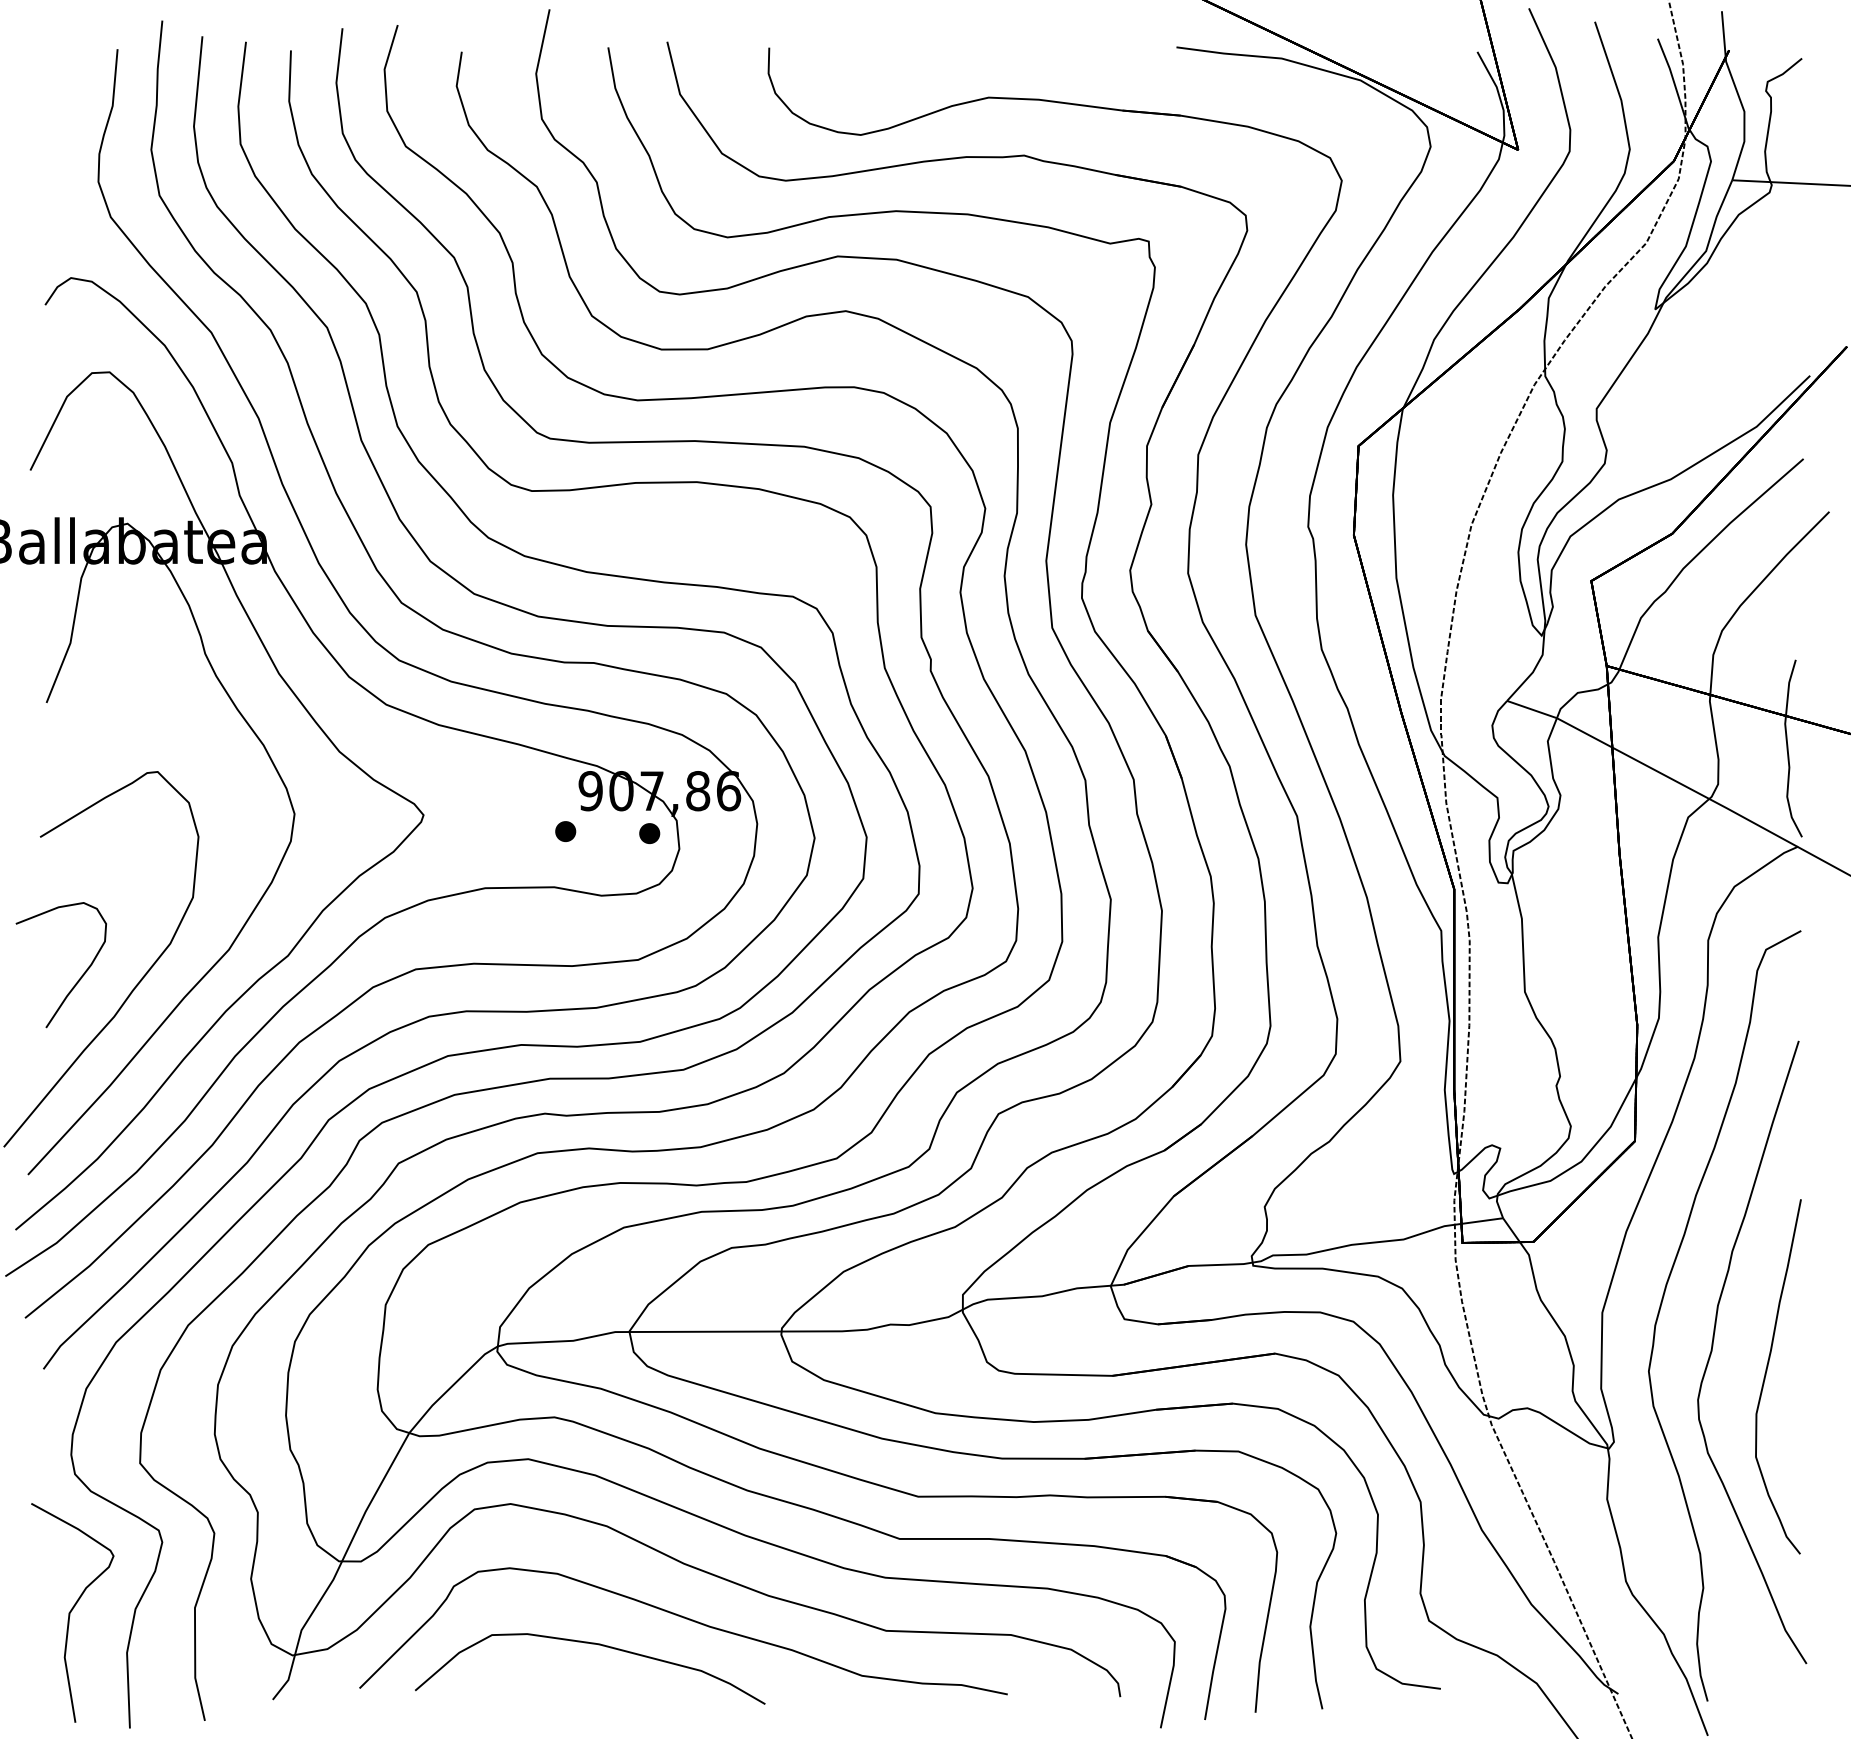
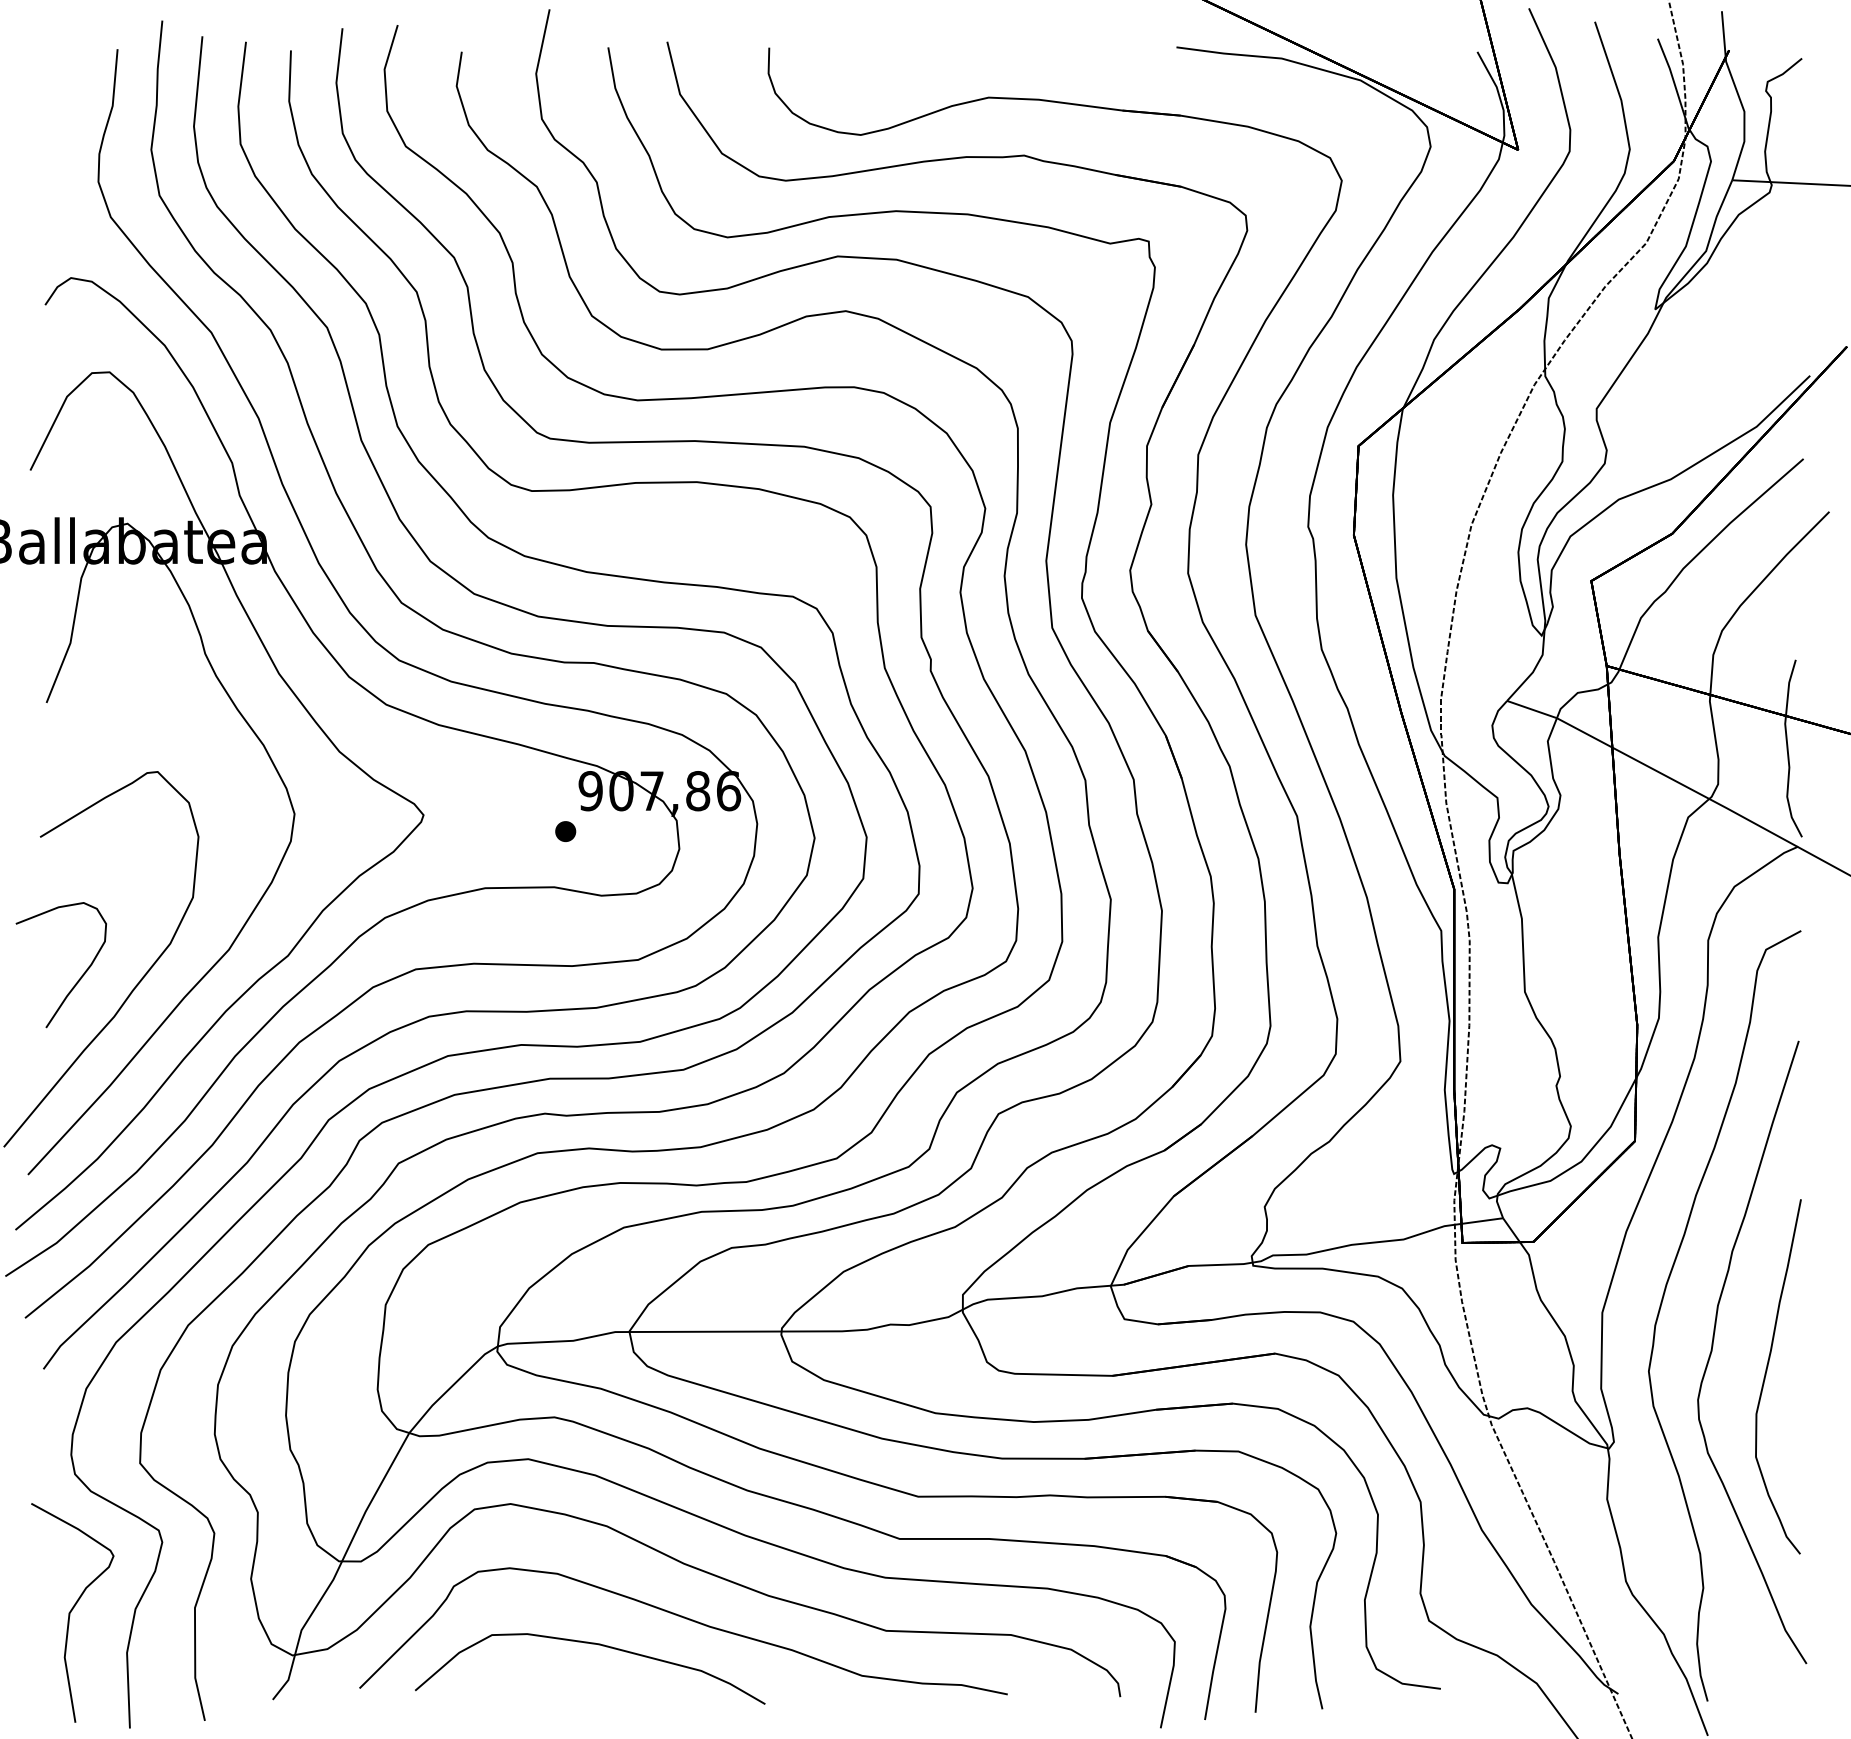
part at (649, 833): present -> none
